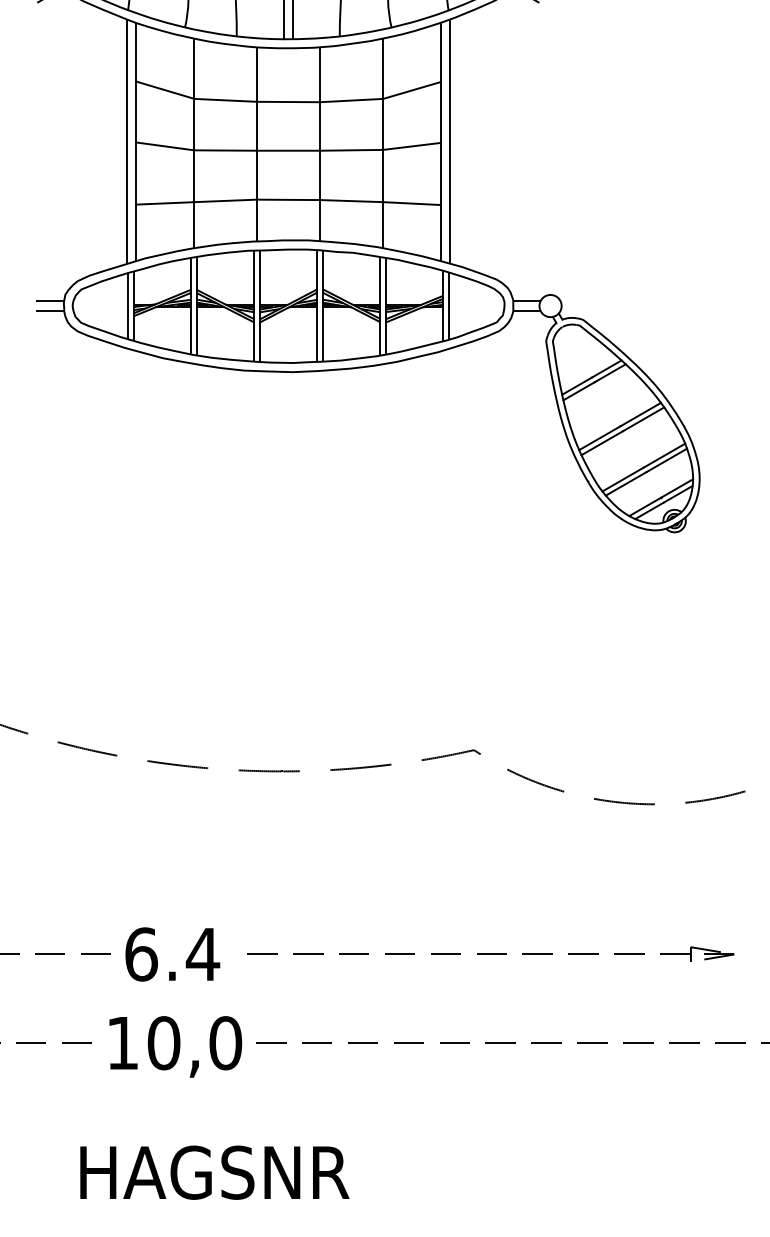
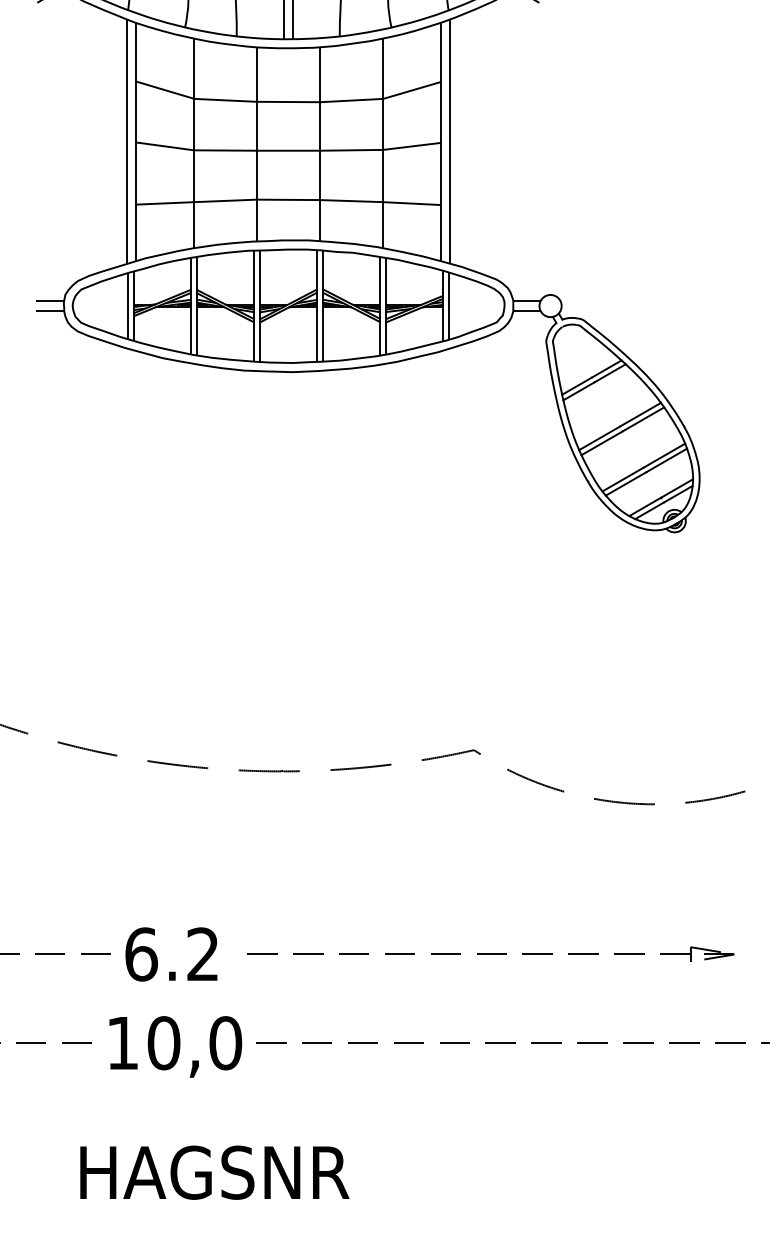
text at (202, 953): 6.4 -> 6.2
